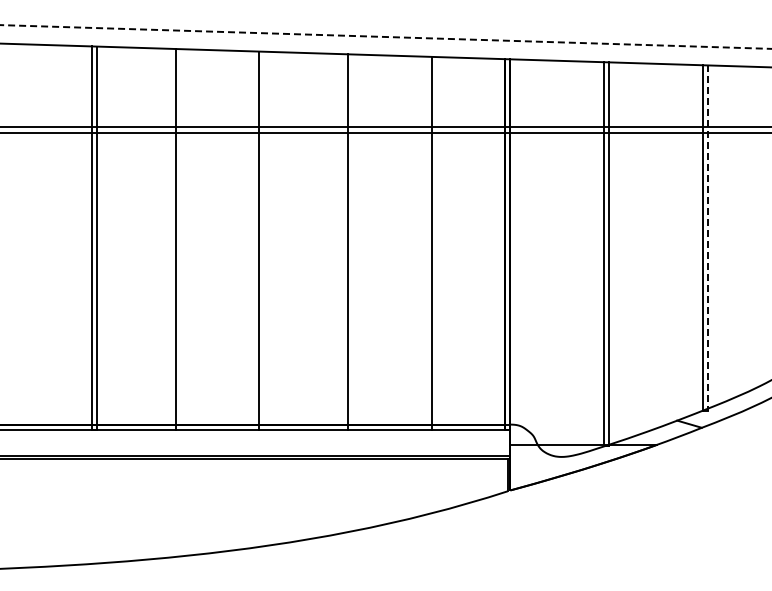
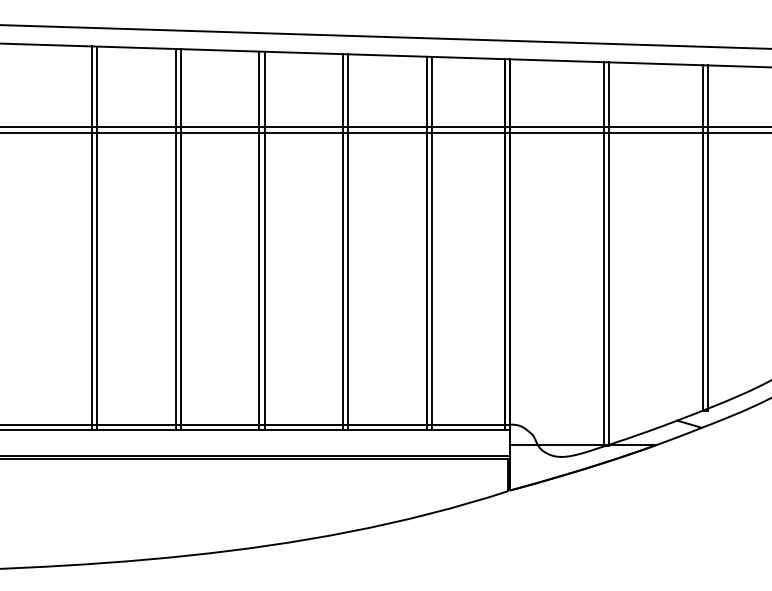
line at (386, 37): dashed -> solid
line at (707, 238): dashed -> solid
line at (181, 239): none -> present
line at (264, 240): none -> present
line at (343, 241): none -> present
line at (426, 242): none -> present
